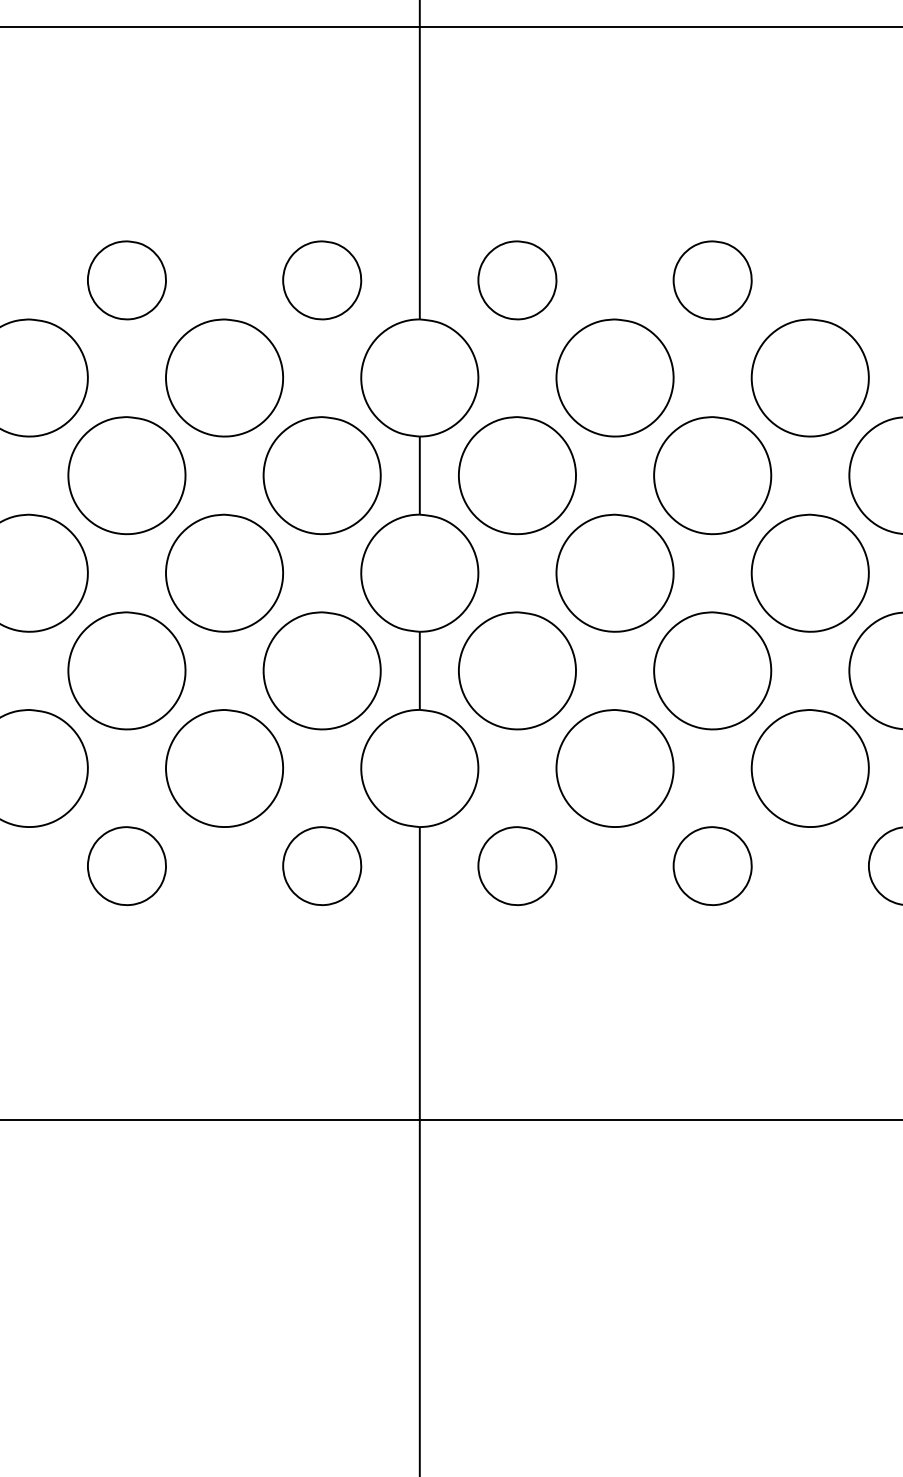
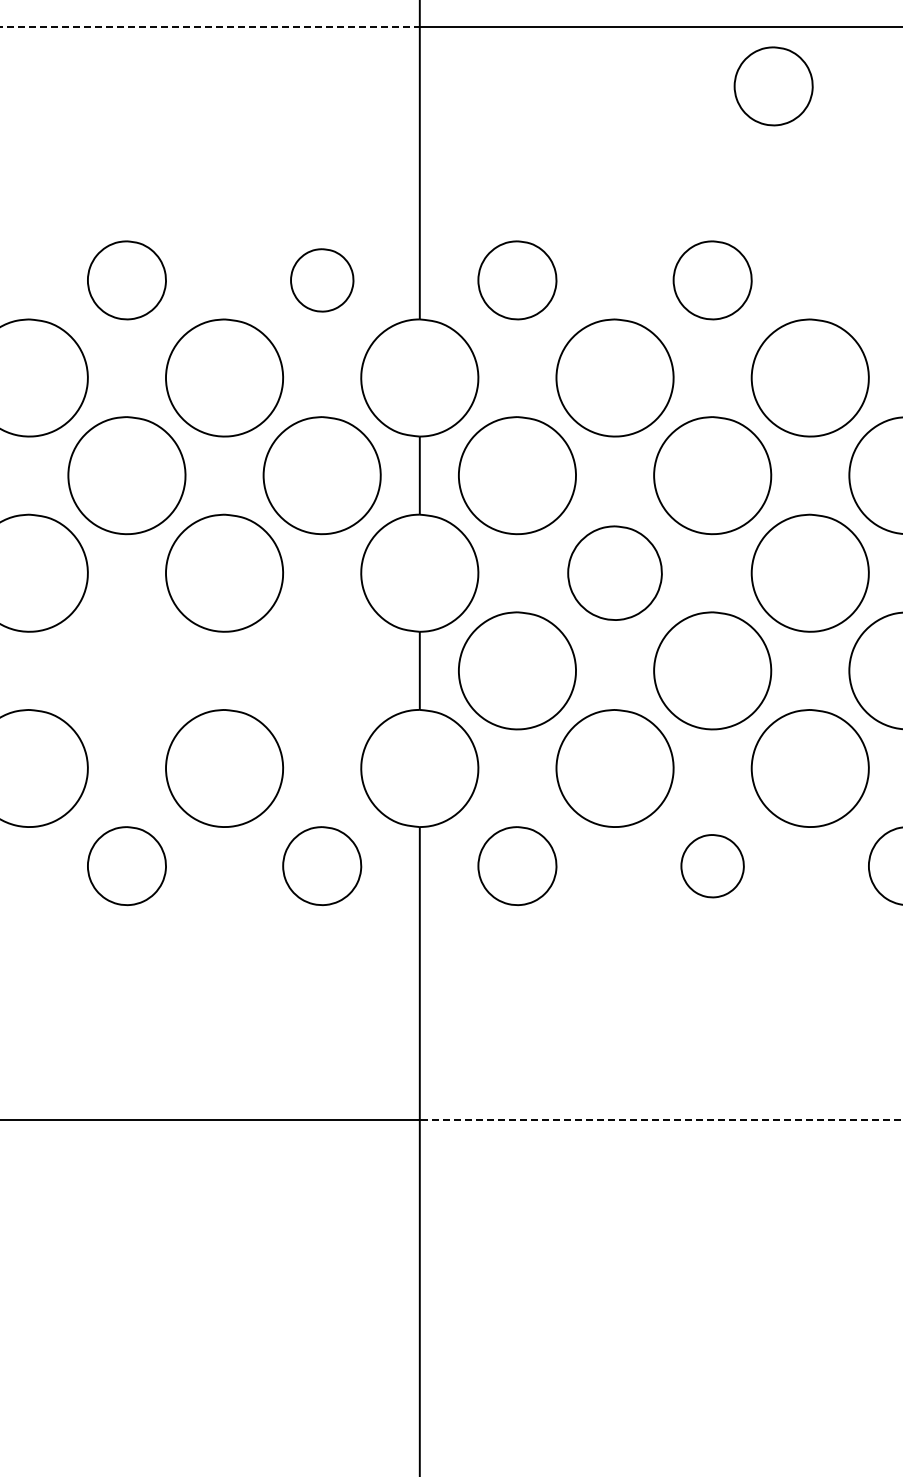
line at (210, 26): solid -> dashed
part at (773, 86): none -> present
part at (322, 280) size: 81x81 px -> 65x65 px
part at (614, 572) size: 120x120 px -> 96x96 px
part at (126, 670): present -> none
part at (321, 670): present -> none
part at (712, 866) size: 81x81 px -> 65x65 px
line at (660, 1119): solid -> dashed
